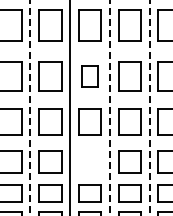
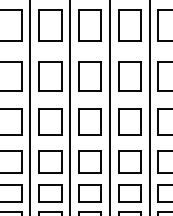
part at (89, 76) size: 18x23 px -> 24x31 px
line at (30, 108): dashed -> solid
line at (110, 108): dashed -> solid
line at (149, 108): dashed -> solid
part at (89, 161): none -> present
